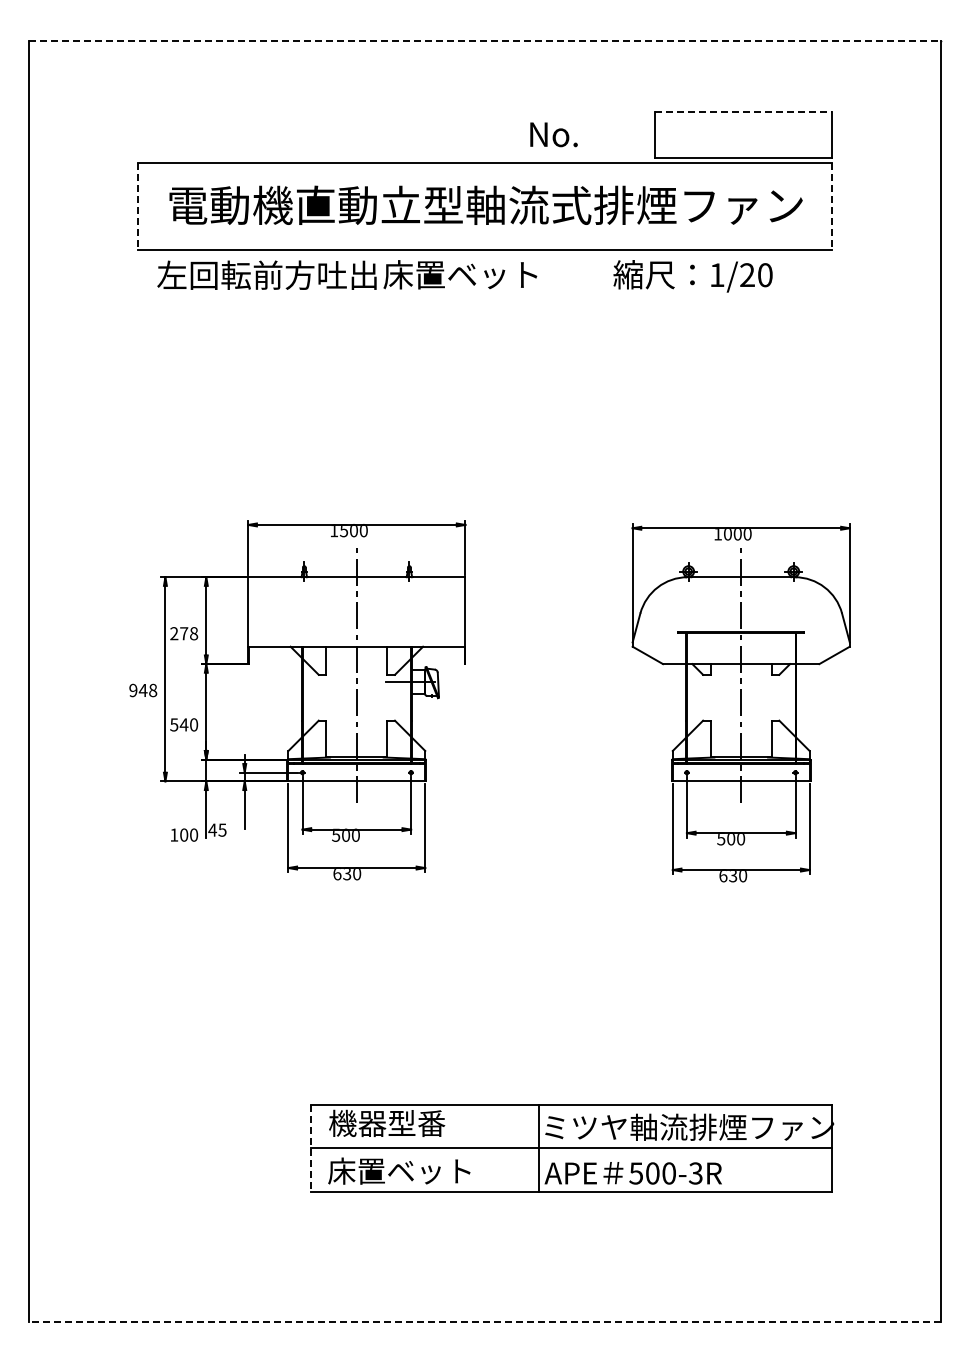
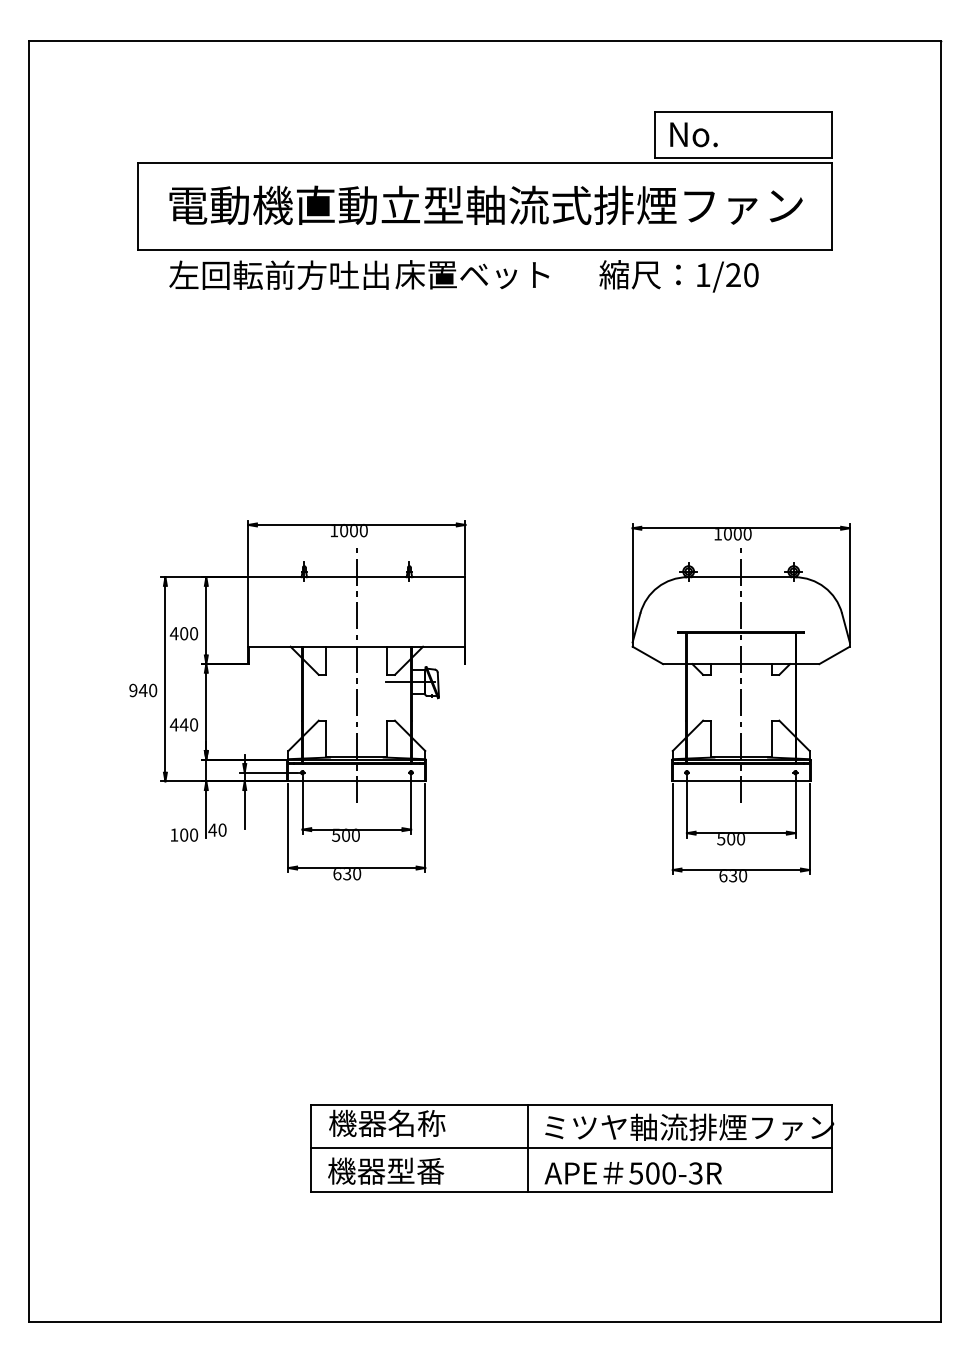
line at (485, 40): dashed -> solid
line at (743, 111): dashed -> solid
text at (553, 134) position: (553, 134) -> (693, 134)
line at (137, 206): dashed -> solid
line at (832, 206): dashed -> solid
text at (347, 274) position: (347, 274) -> (359, 274)
text at (692, 276) position: (692, 276) -> (678, 276)
text at (343, 531): 1500 -> 1000
text at (183, 633): 278 -> 400
text at (153, 690): 948 -> 940
text at (173, 724): 540 -> 440
text at (222, 829): 45 -> 40
text at (416, 1123): 機器型番 -> 機器名称
line at (539, 1147) position: (539, 1147) -> (528, 1147)
line at (311, 1148): dashed -> solid
text at (399, 1170): 床置ベット -> 機器型番
line at (484, 1322): dashed -> solid
